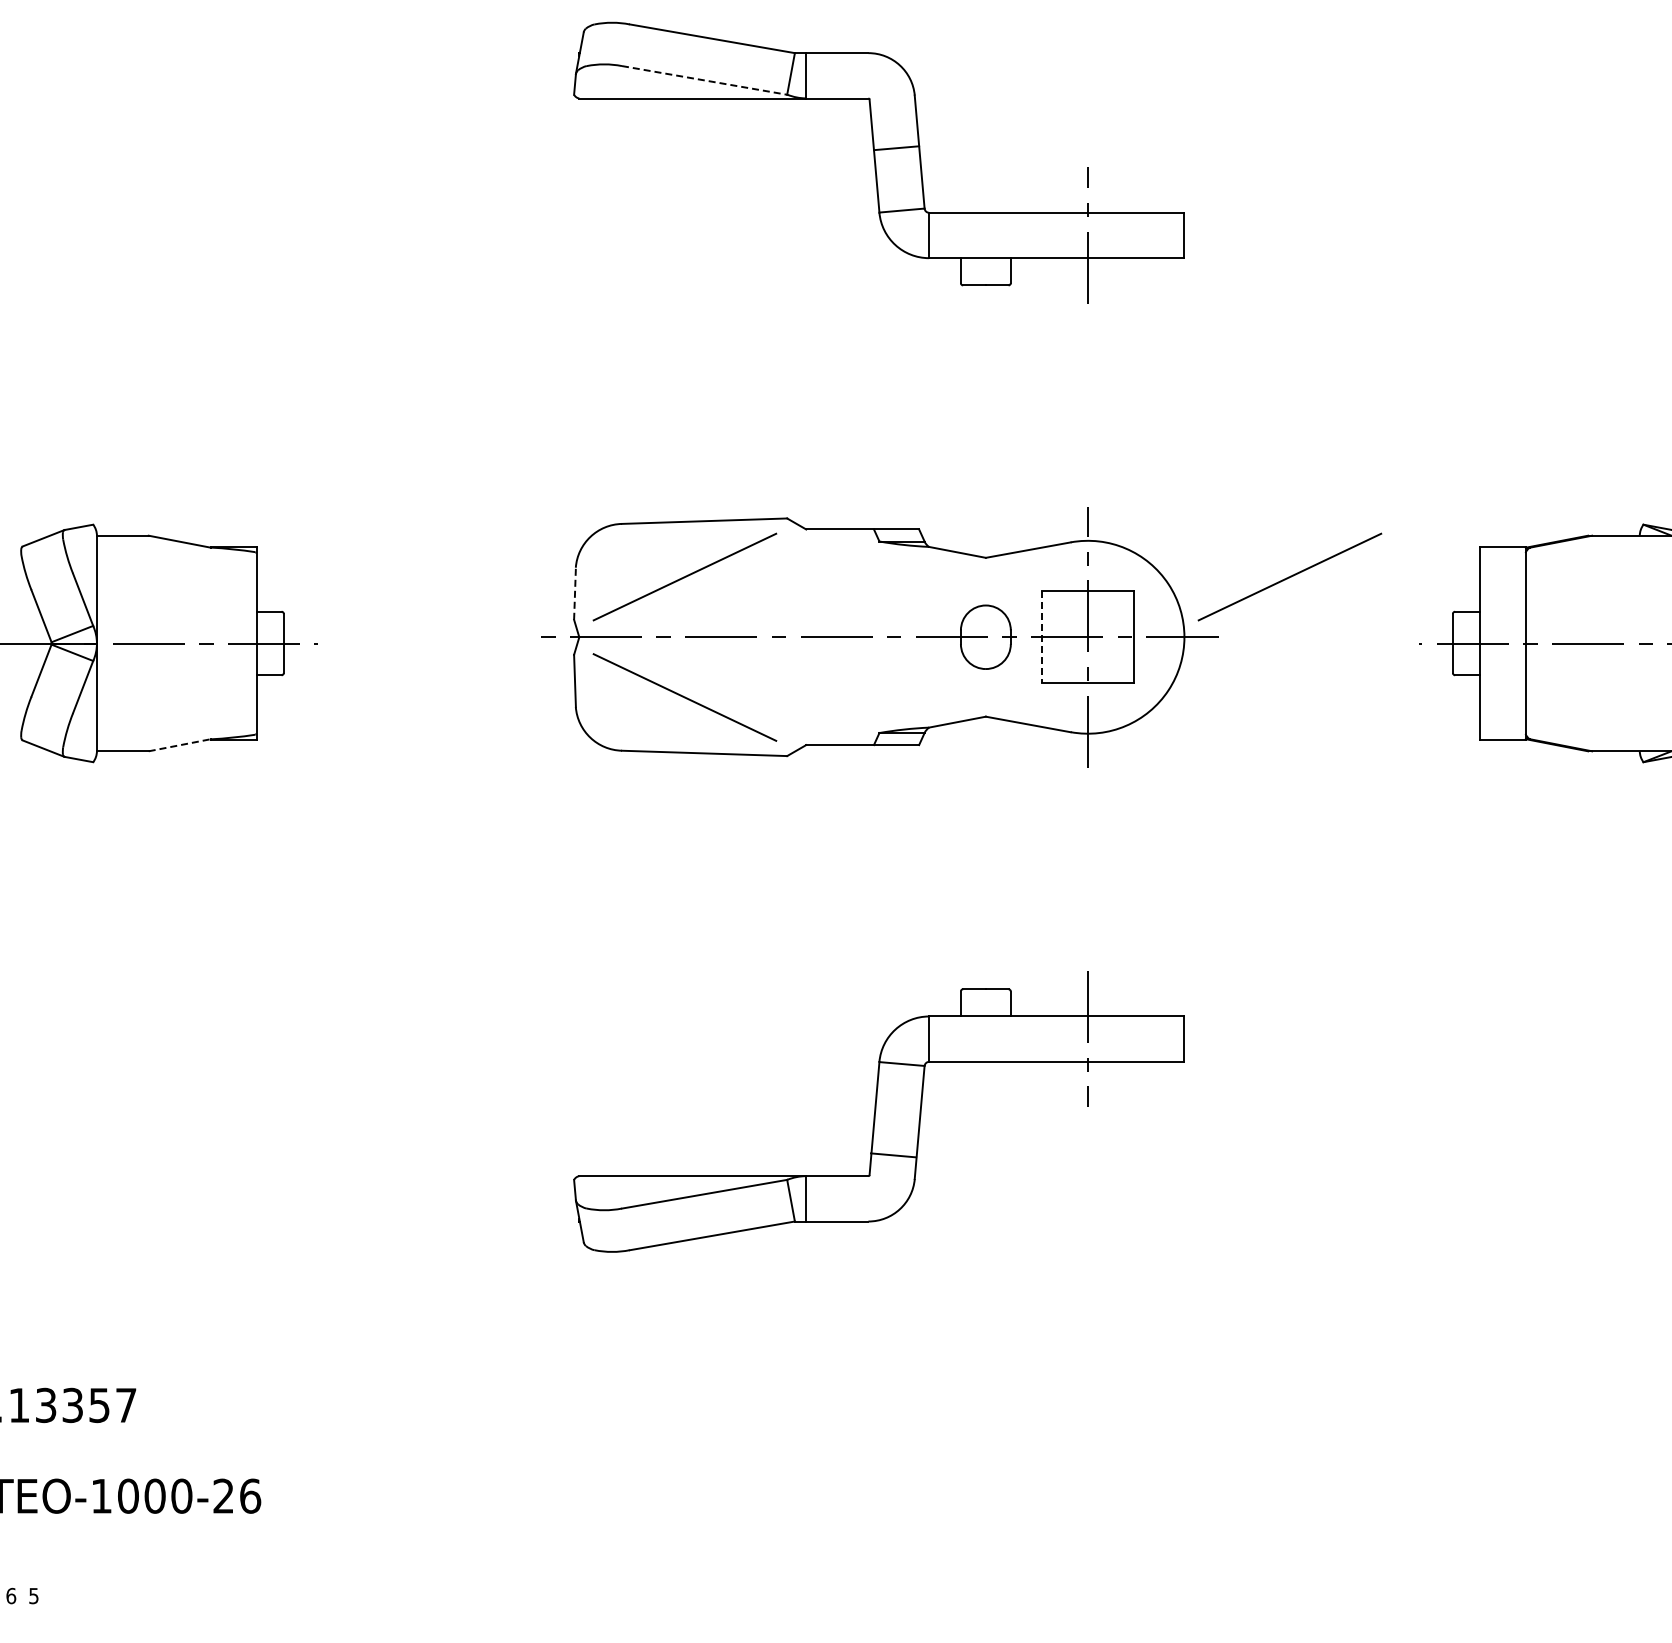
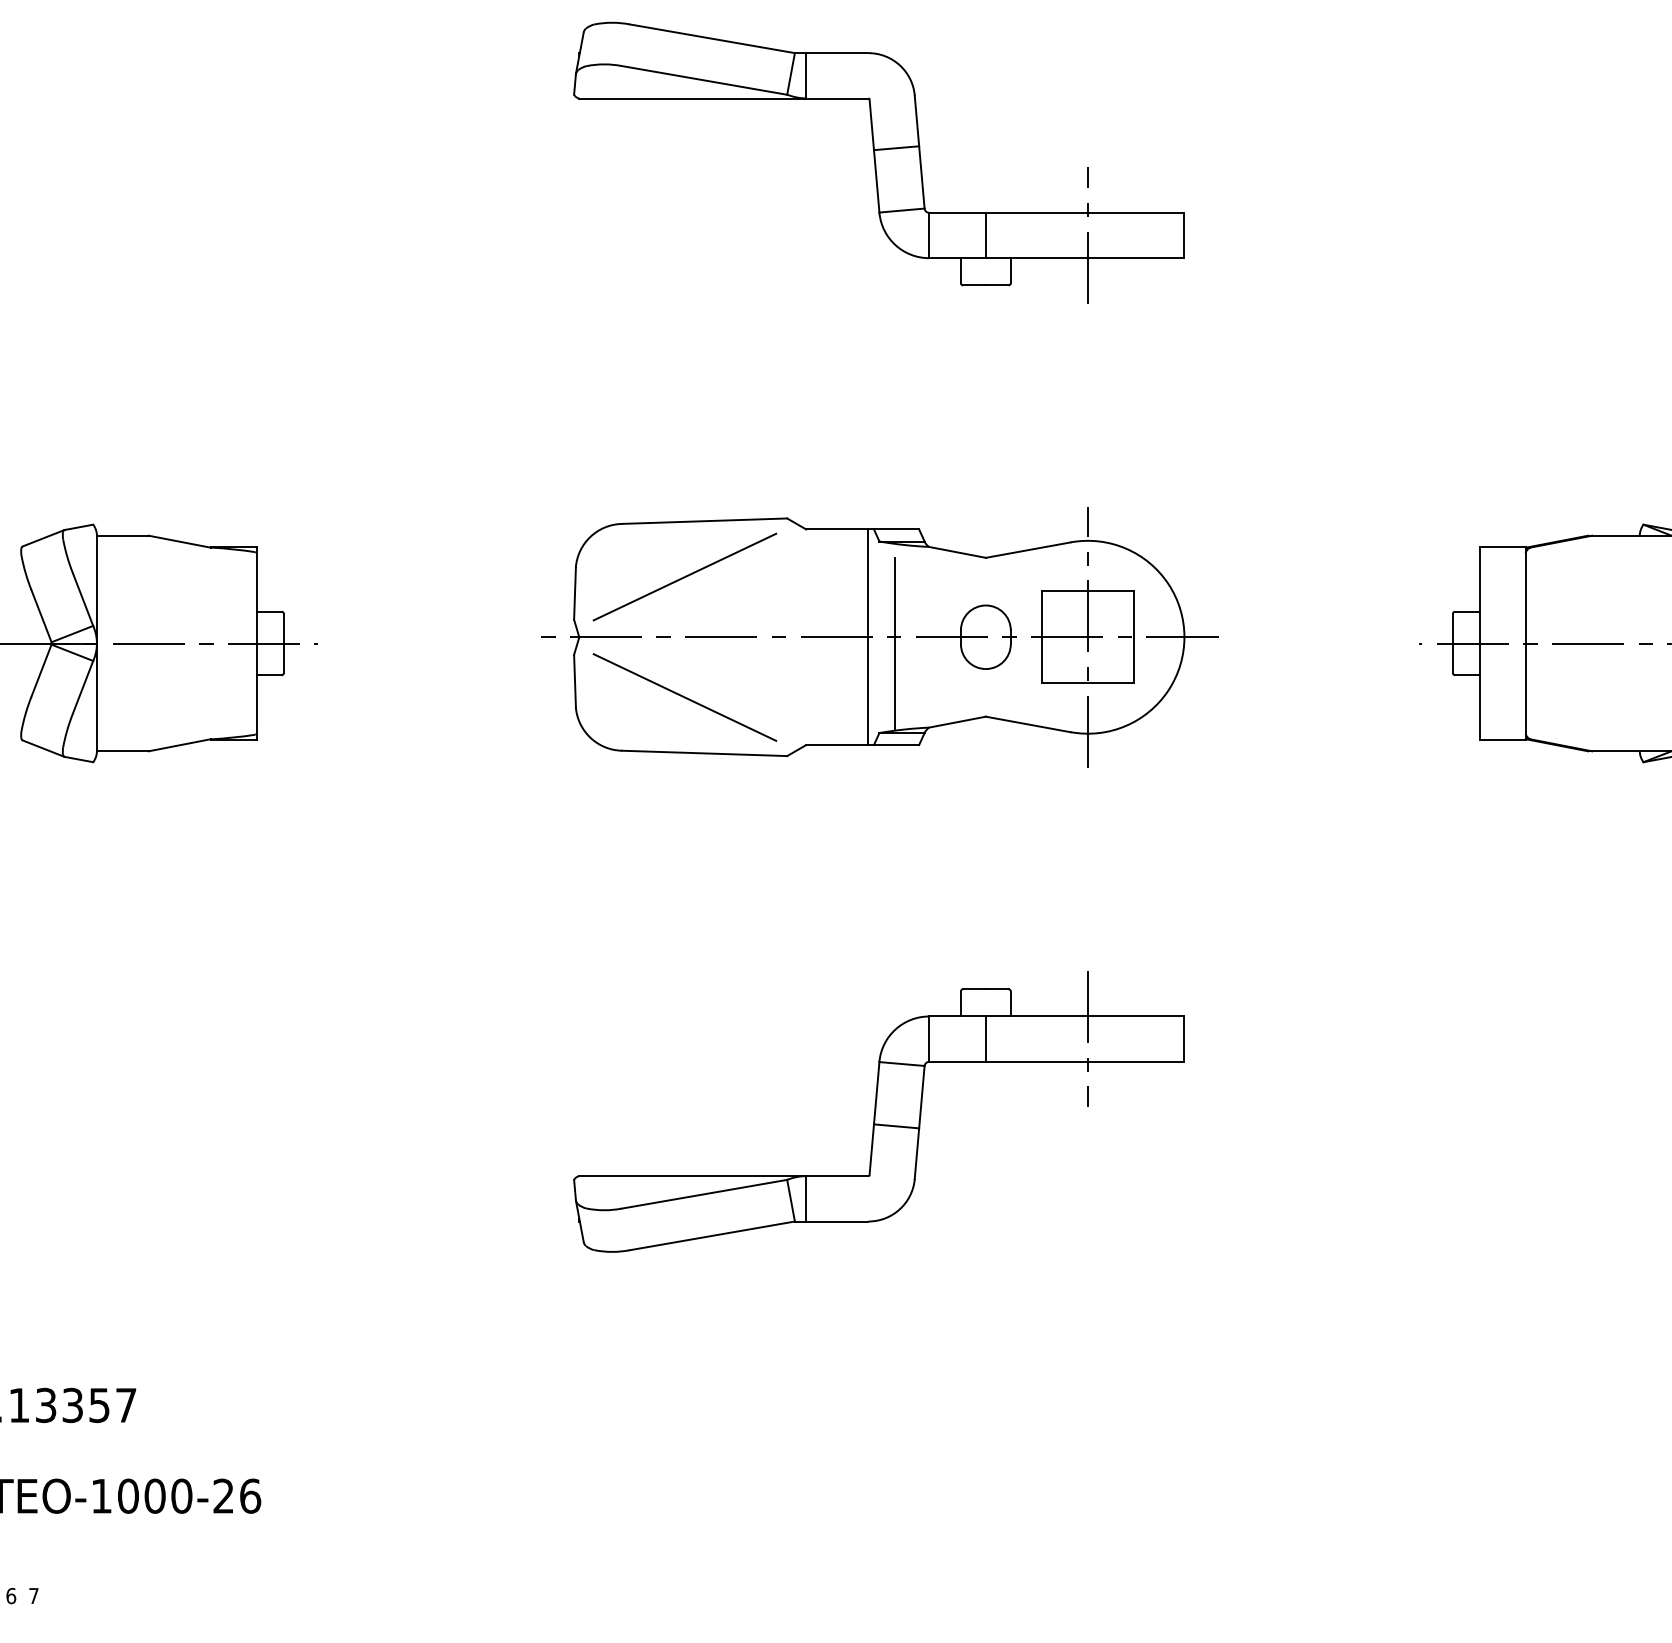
line at (704, 80): dashed -> solid
line at (985, 235): none -> present
line at (1289, 576): present -> none
line at (575, 593): dashed -> solid
line at (868, 637): none -> present
line at (1042, 637): dashed -> solid
line at (895, 643): none -> present
line at (179, 745): dashed -> solid
line at (985, 1038): none -> present
line at (893, 1155) position: (893, 1155) -> (896, 1126)
text at (33, 1596): 5 -> 7
